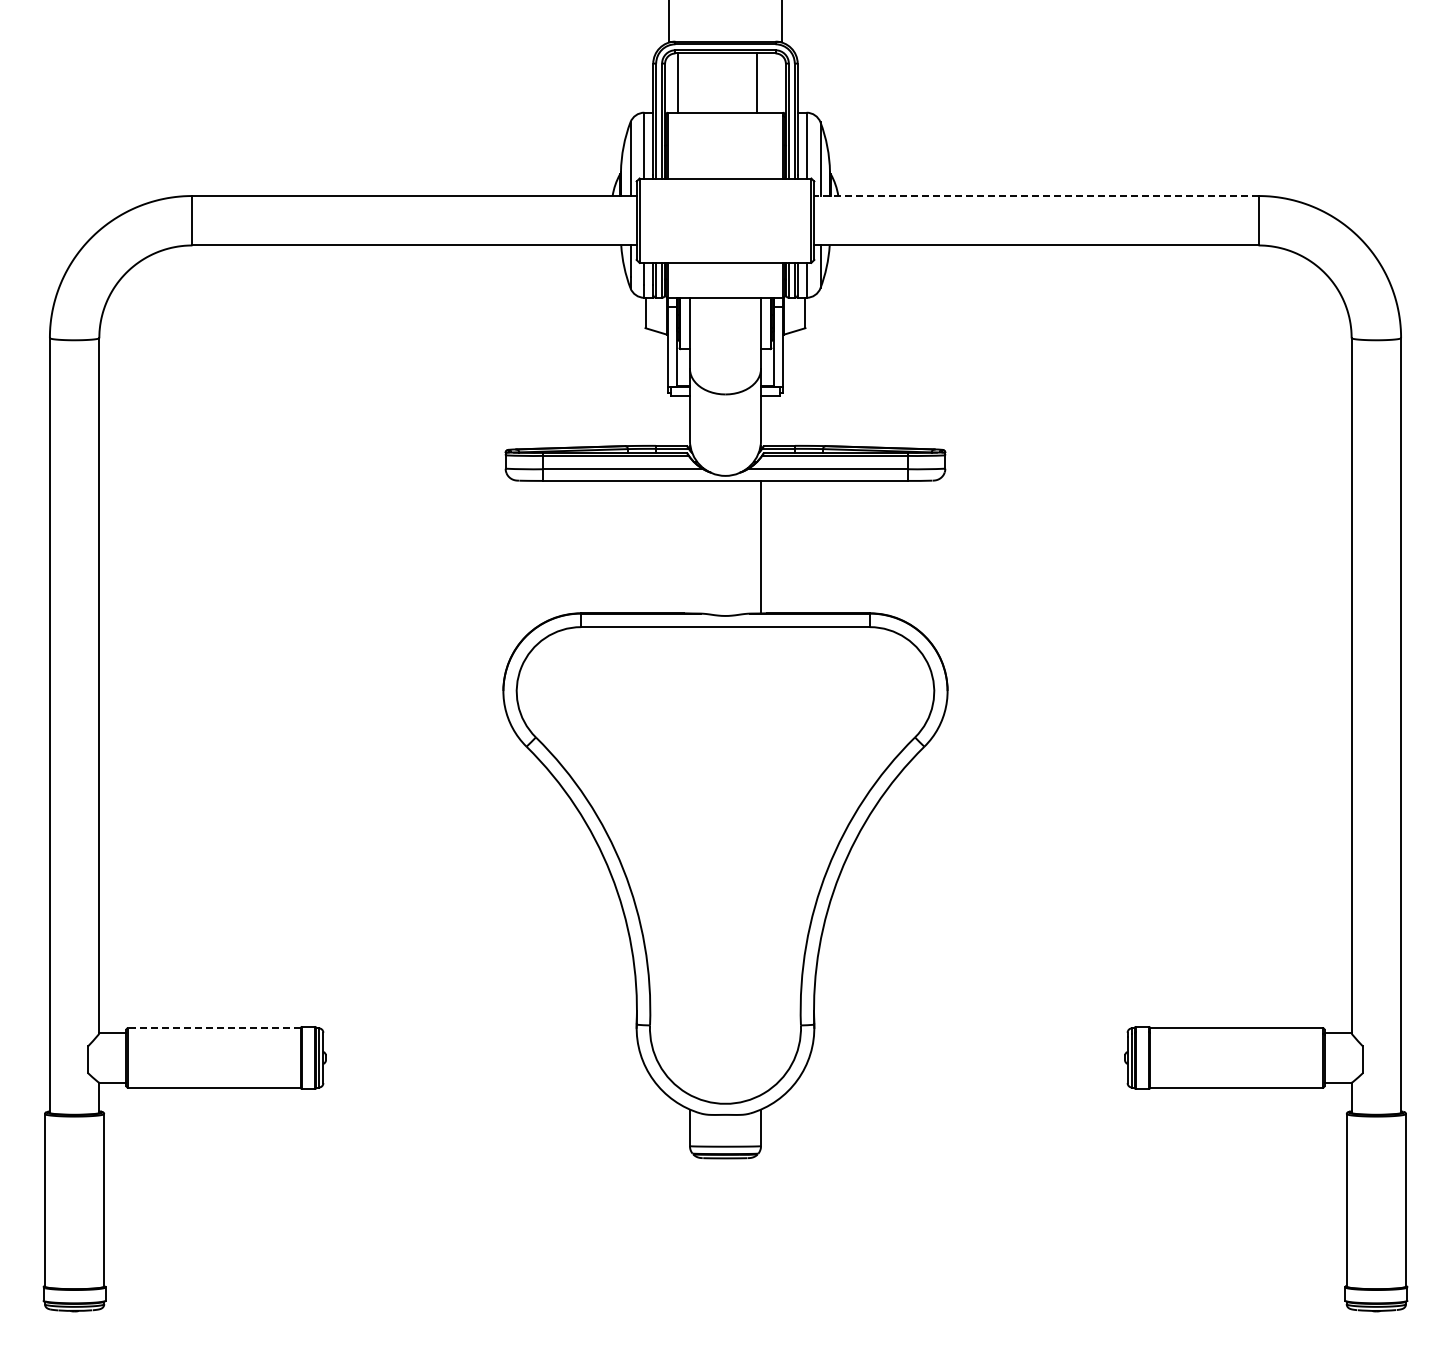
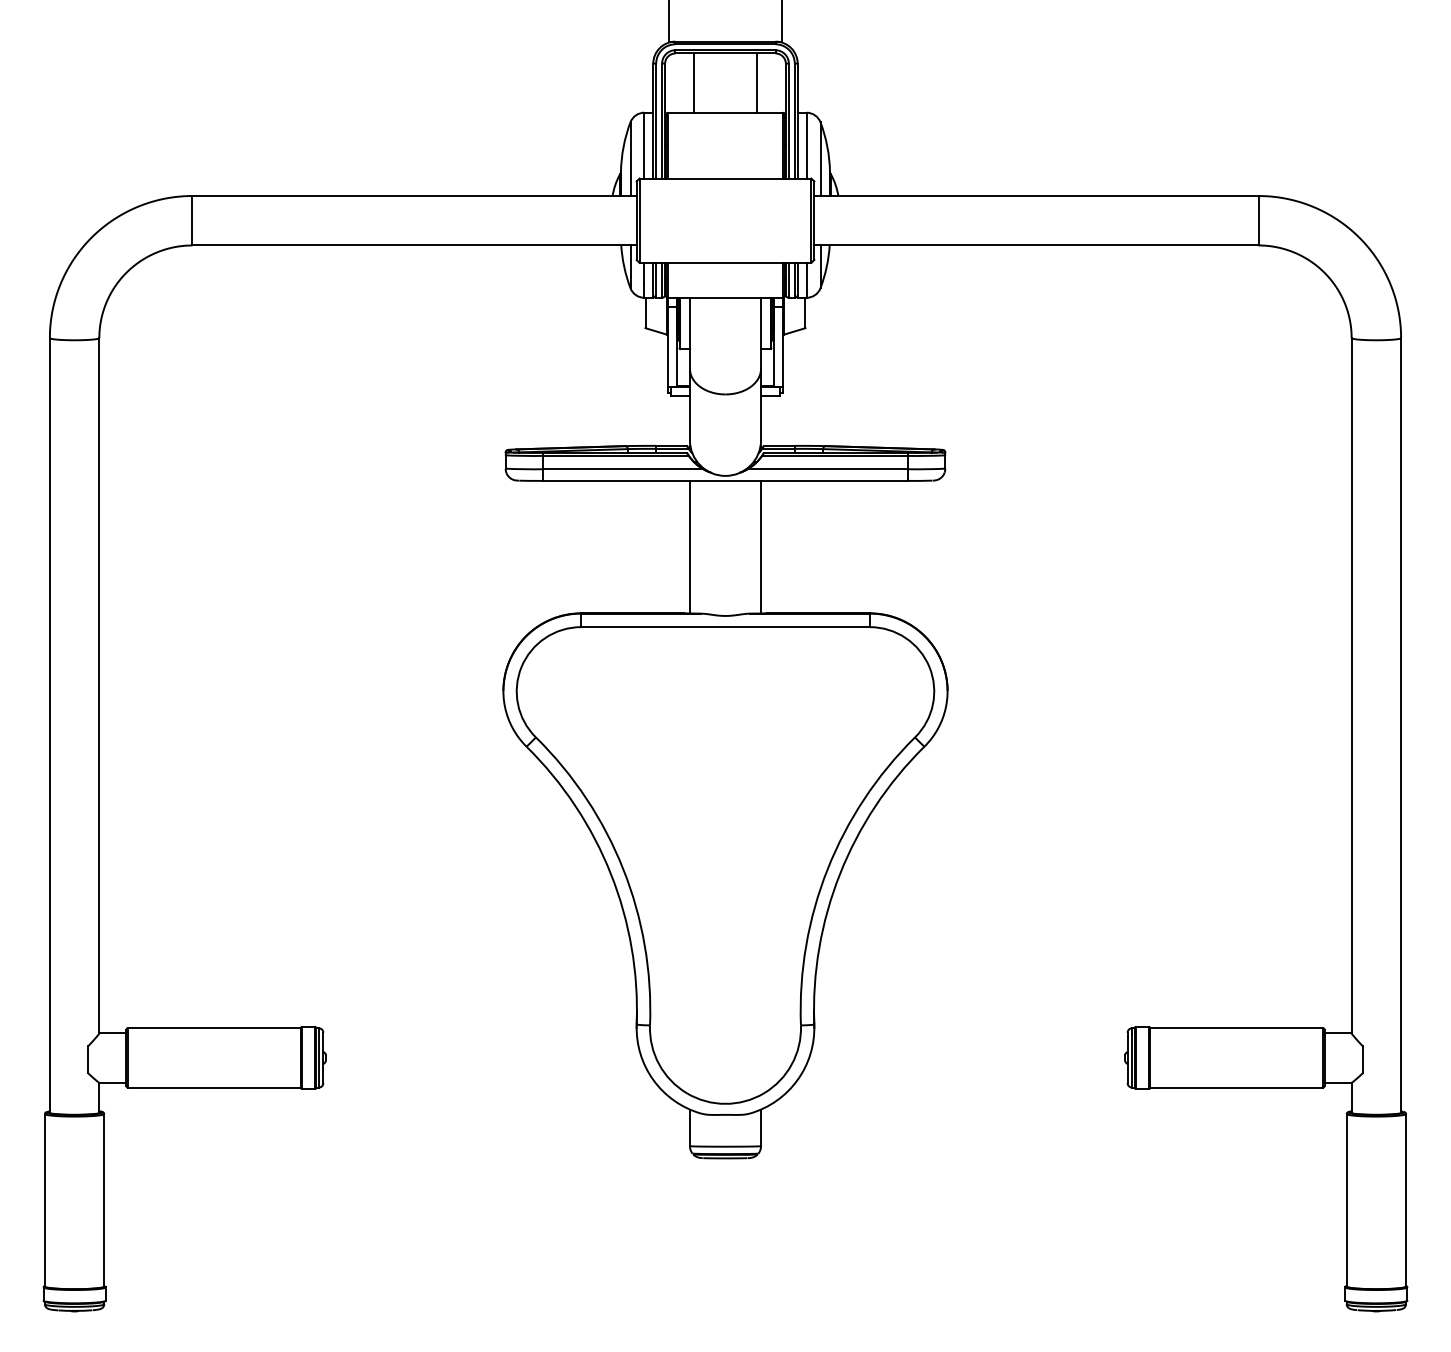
line at (678, 82) position: (678, 82) -> (694, 82)
line at (1035, 196): dashed -> solid
line at (689, 546): none -> present
line at (214, 1028): dashed -> solid
